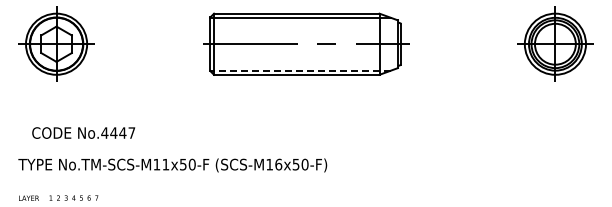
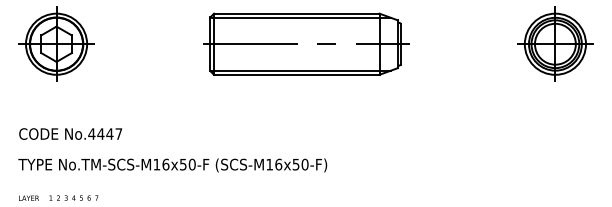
line at (300, 70): dashed -> solid
text at (83, 132) position: (83, 132) -> (70, 133)
text at (165, 164): No.TM-SCS-M11x50-F -> No.TM-SCS-M16x50-F
